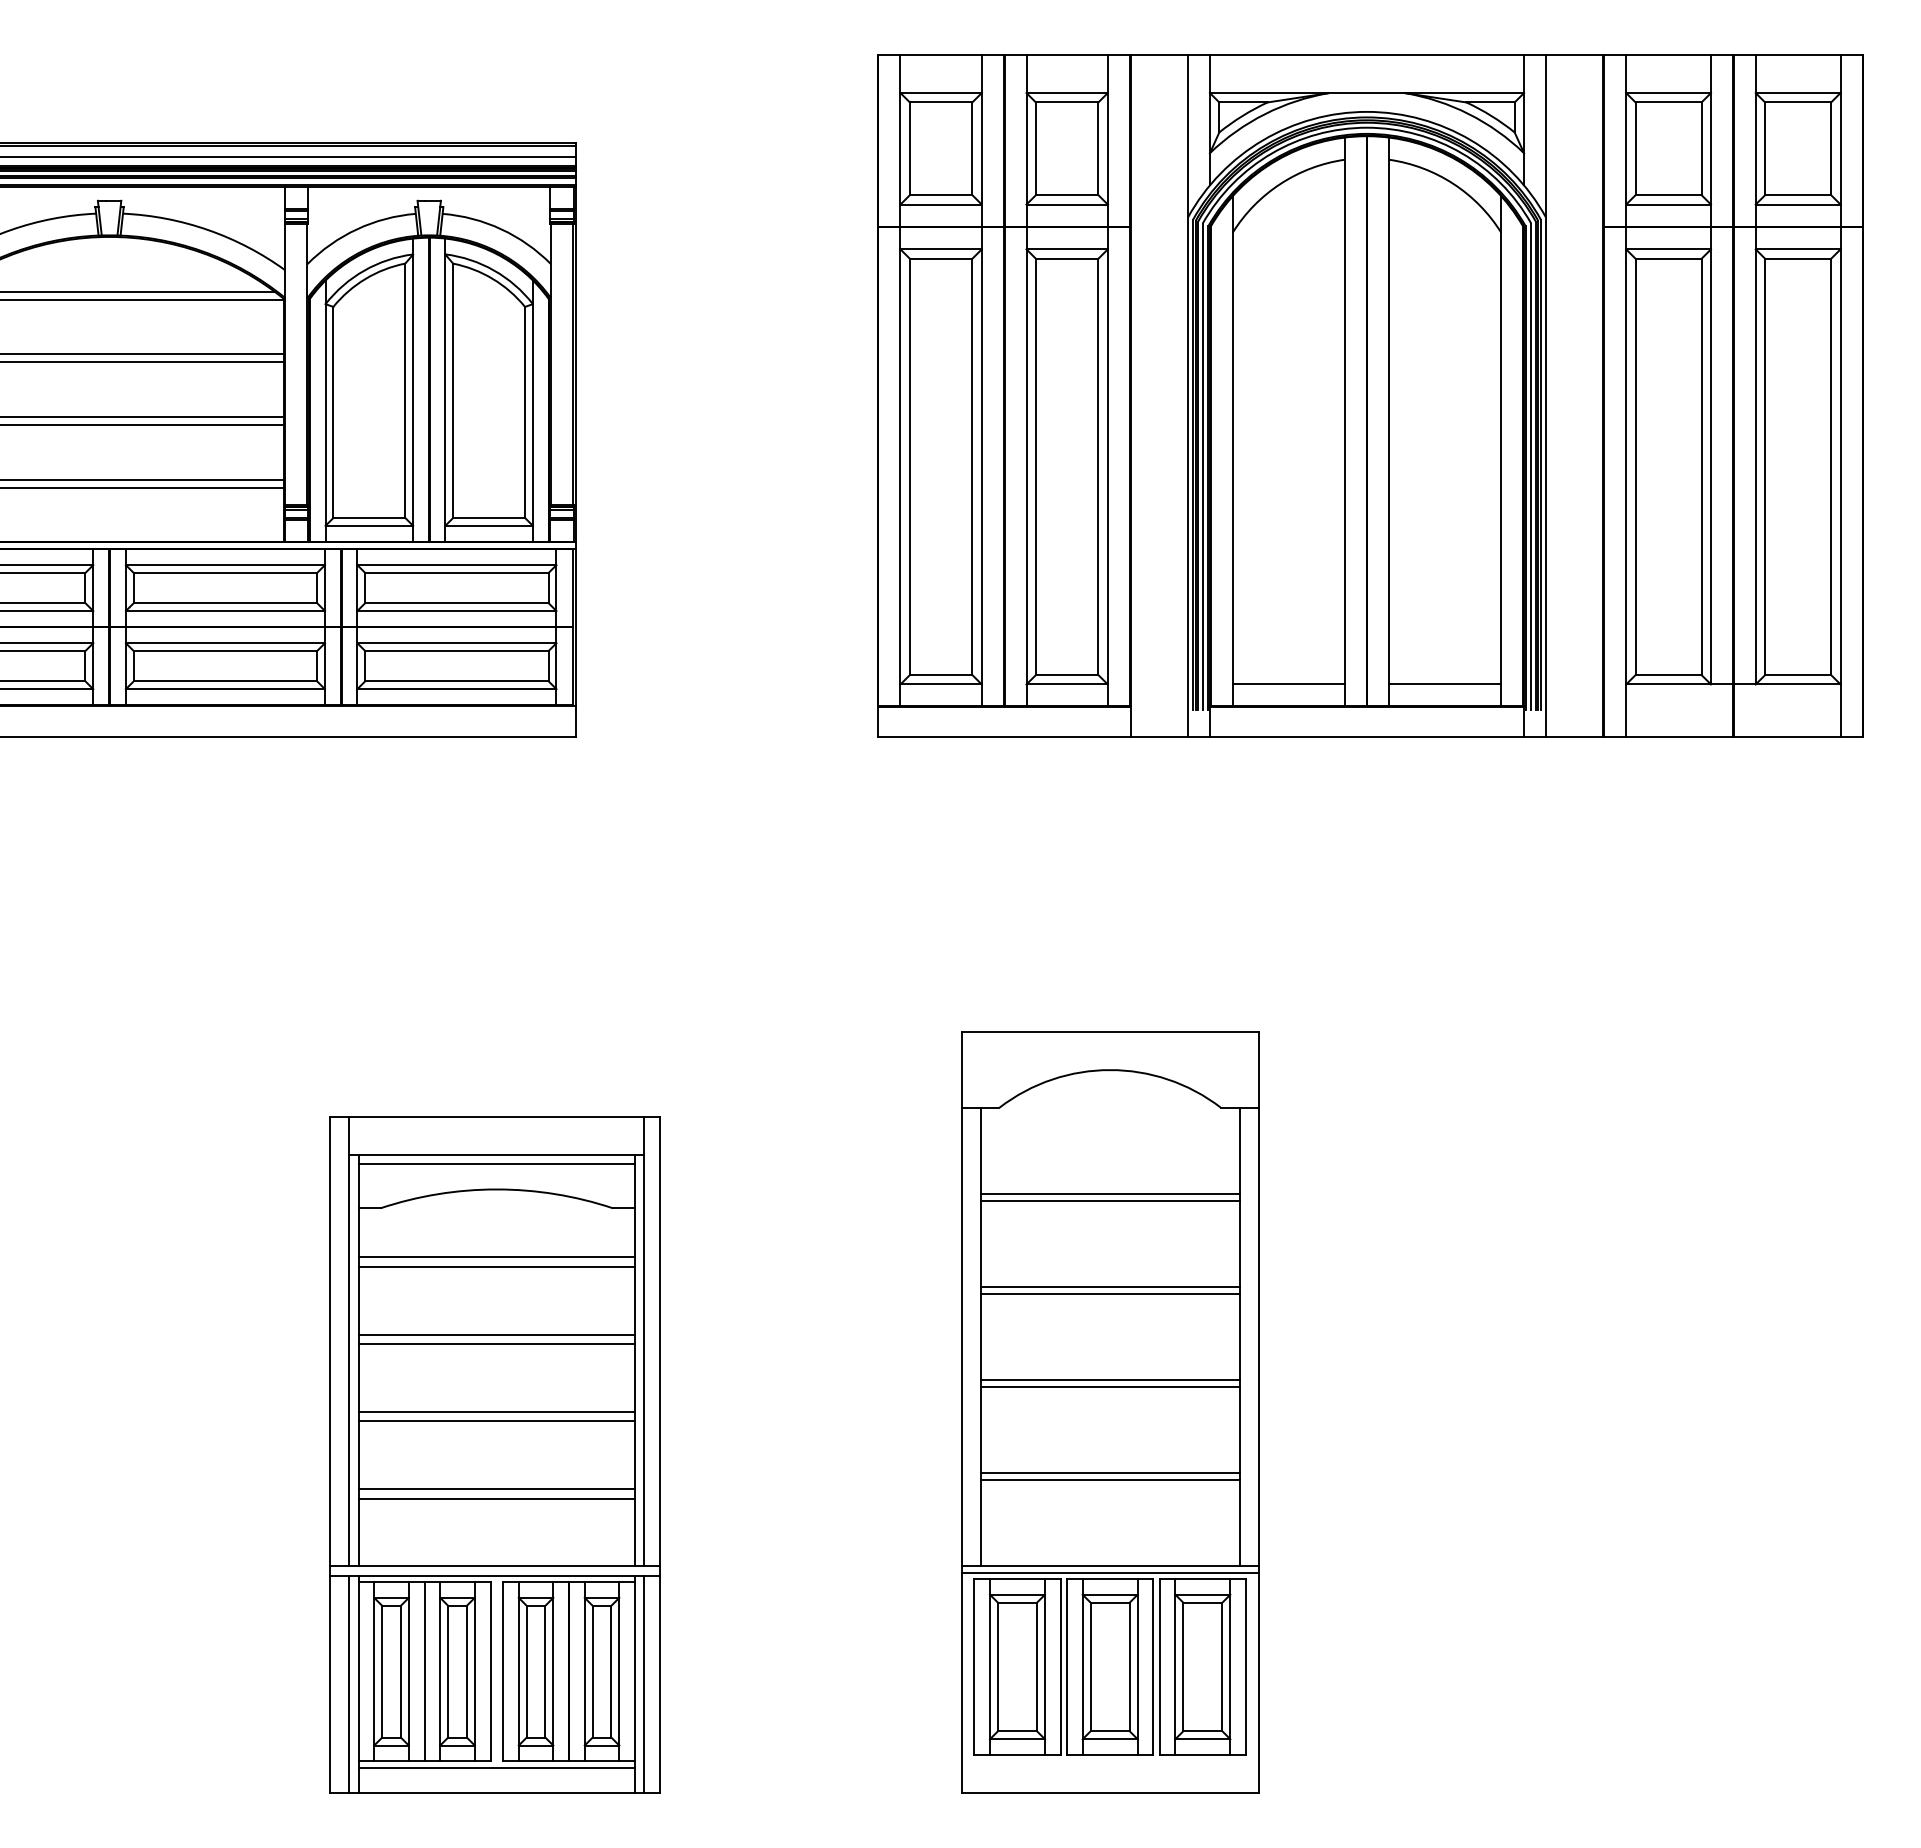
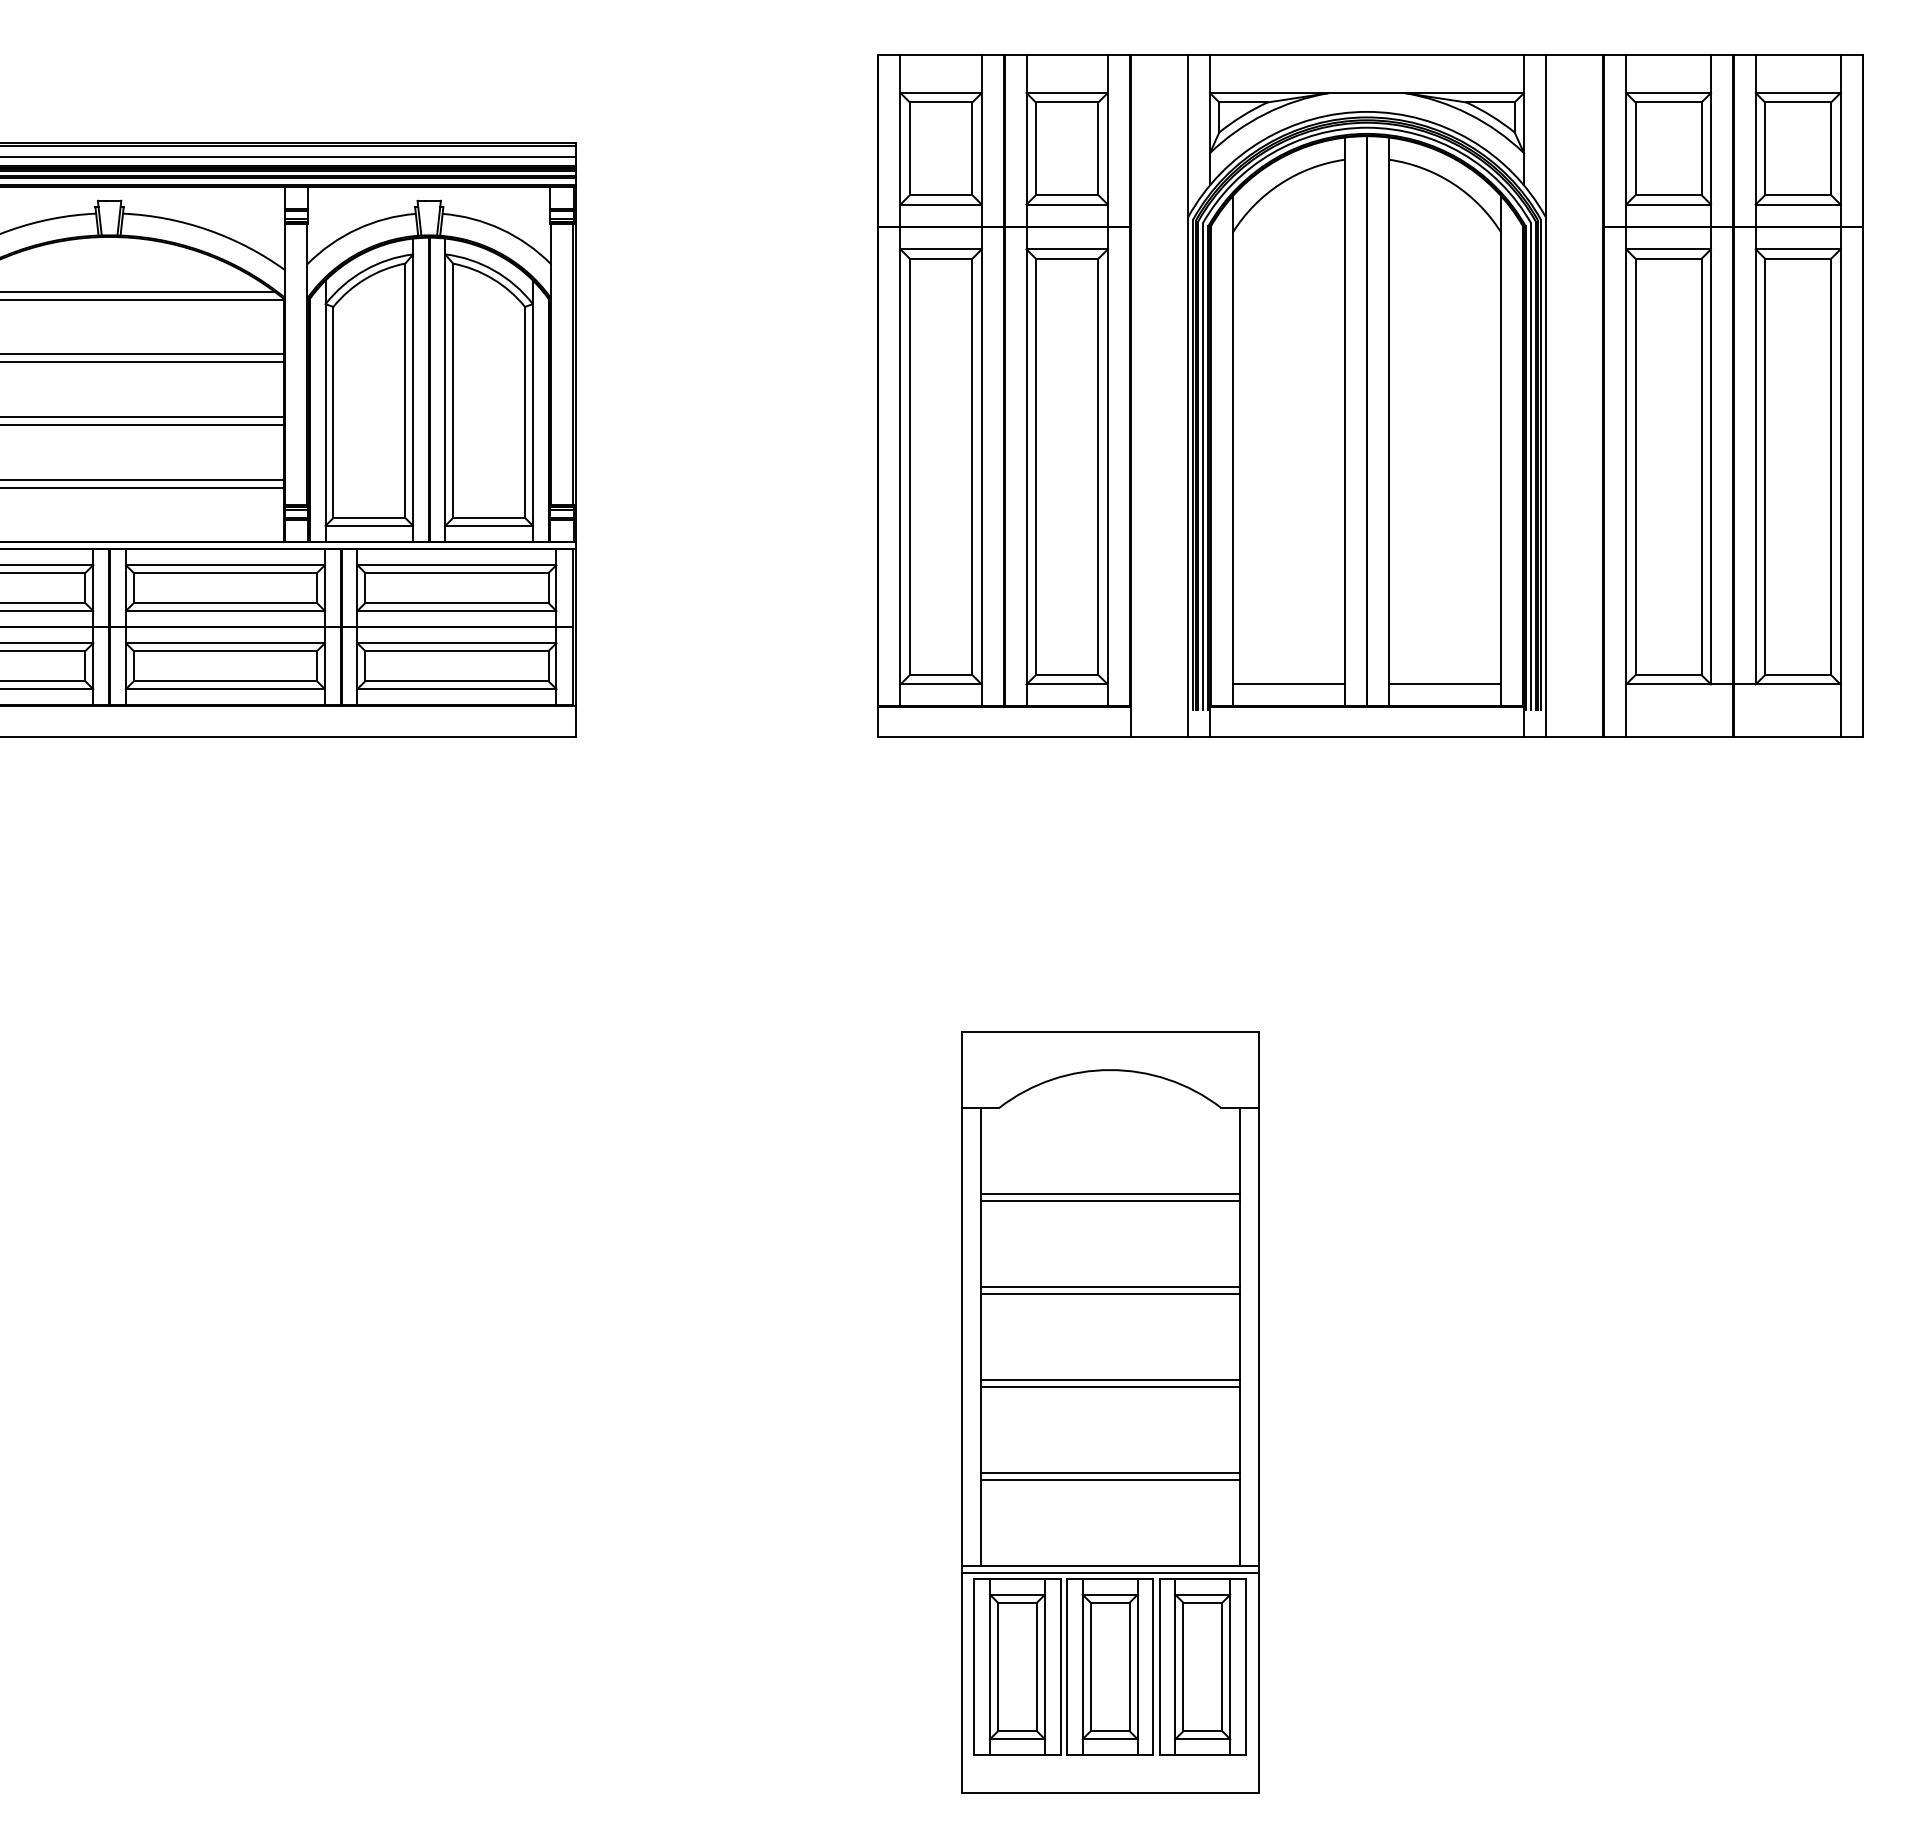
part at (494, 1454): present -> none
